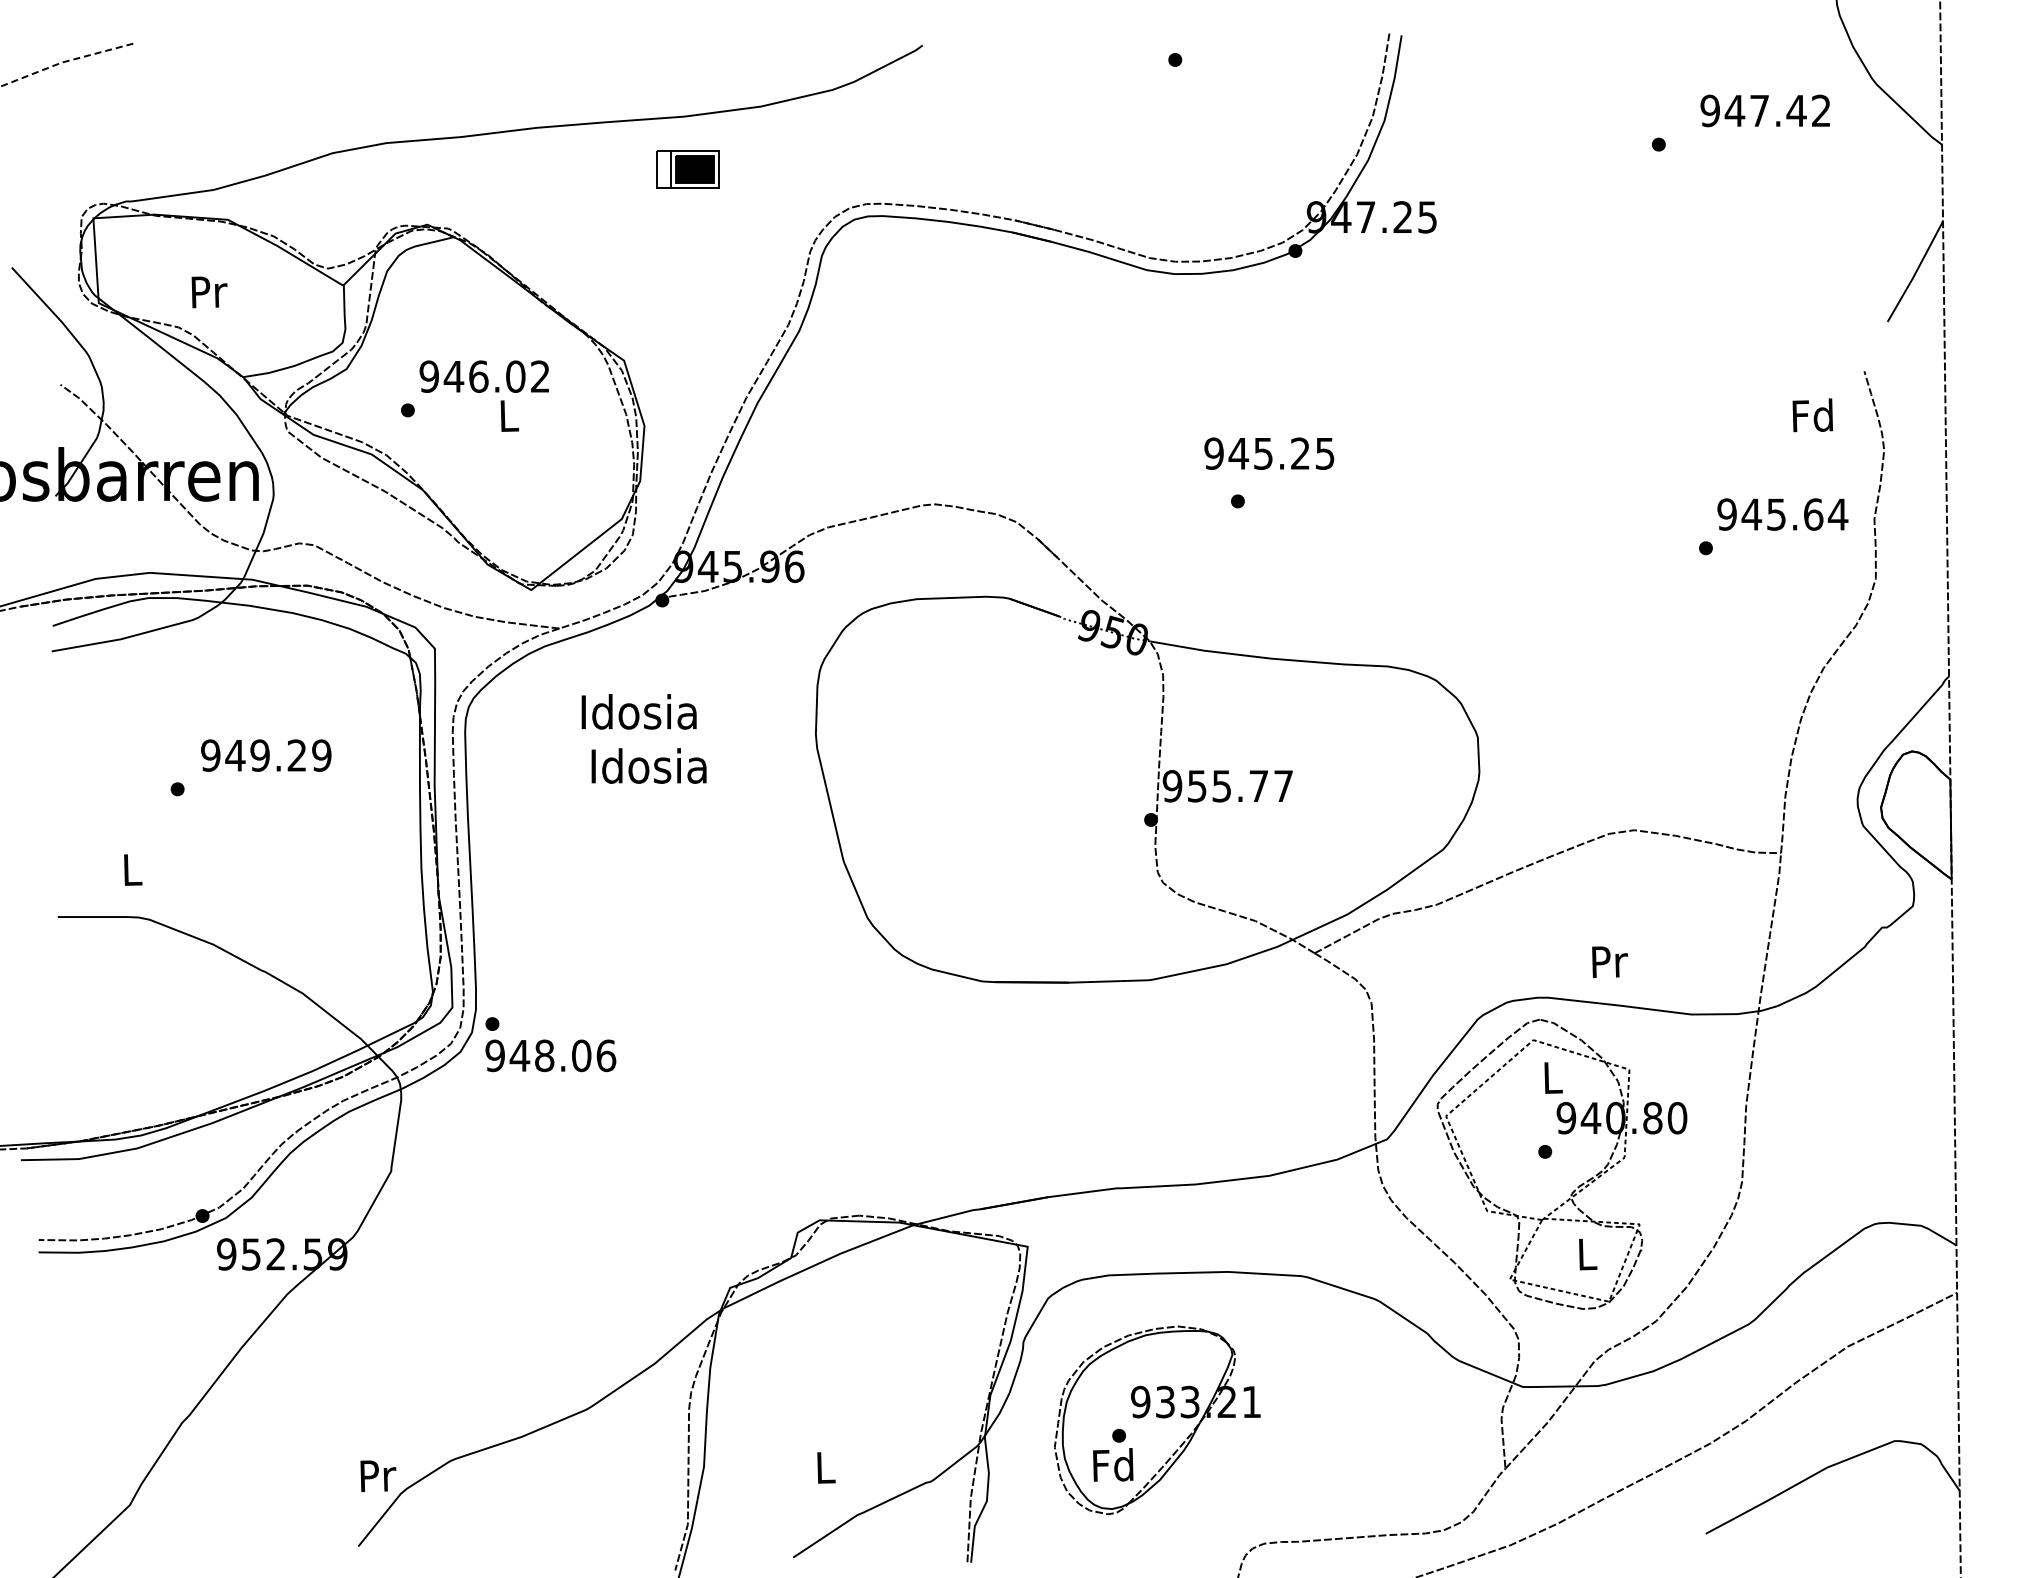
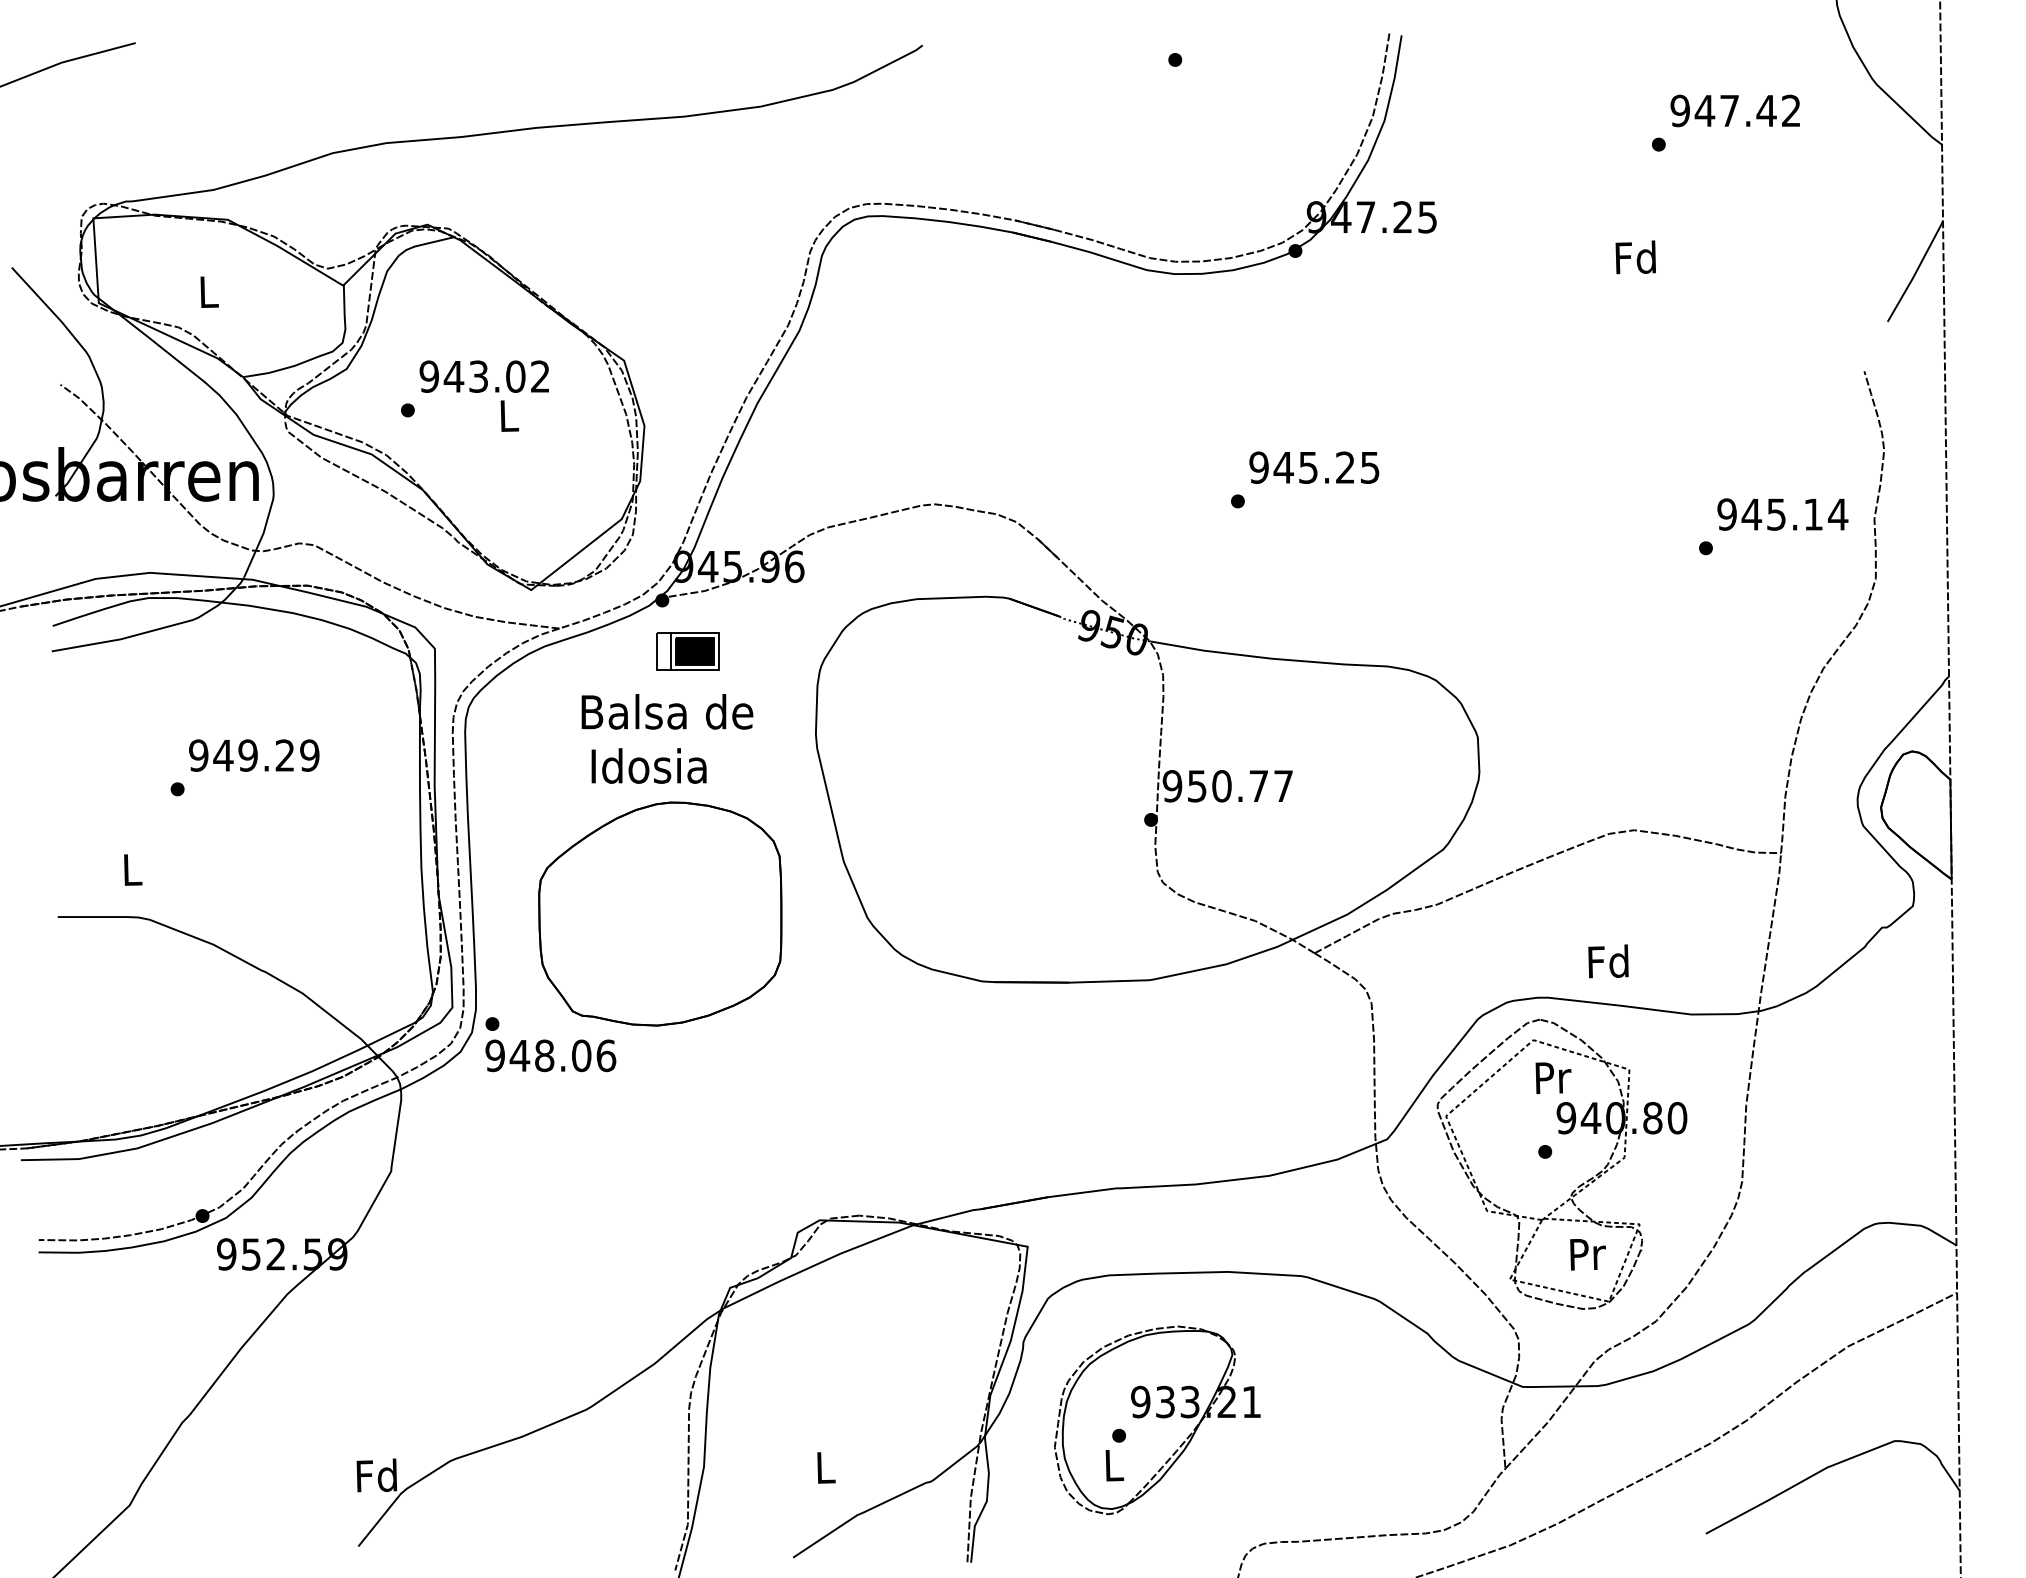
line at (66, 61): dashed -> solid
text at (1764, 110) position: (1764, 110) -> (1734, 110)
part at (687, 169) position: (687, 169) -> (687, 651)
text at (209, 292): Pr -> L
text at (478, 376): 946.02 -> 943.02
text at (1812, 415) position: (1812, 415) -> (1635, 257)
text at (1269, 453) position: (1269, 453) -> (1314, 467)
text at (1813, 514): 945.64 -> 945.14
text at (669, 711): Idosia -> Balsa de
text at (266, 755) position: (266, 755) -> (254, 755)
text at (1221, 786): 955.77 -> 950.77
part at (660, 913): none -> present
text at (1608, 961): Pr -> Fd
text at (1553, 1077): L -> Pr
text at (1587, 1254): L -> Pr
text at (1113, 1464): Fd -> L
text at (376, 1475): Pr -> Fd
